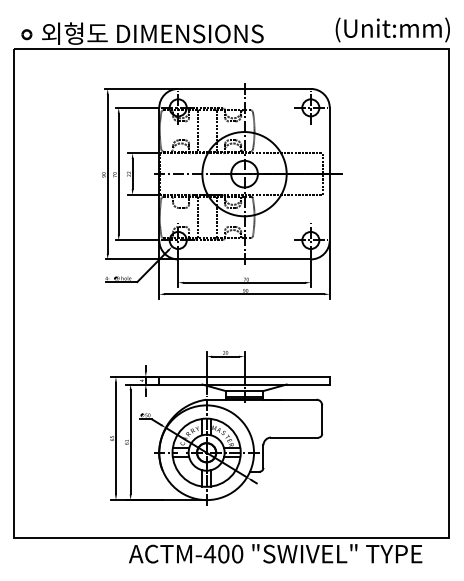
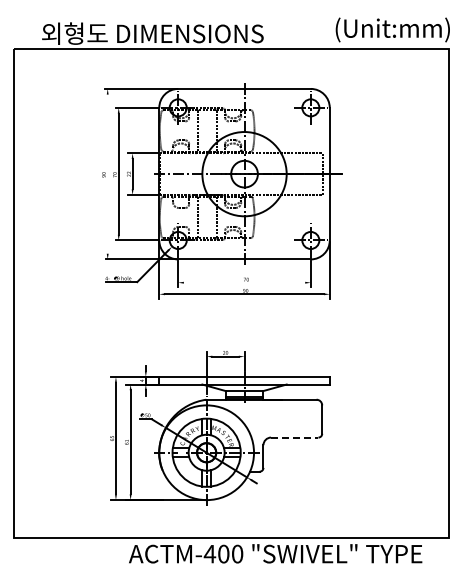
part at (26, 34): present -> none
line at (107, 173): present -> none
line at (244, 282): present -> none
line at (294, 437): solid -> dashed
